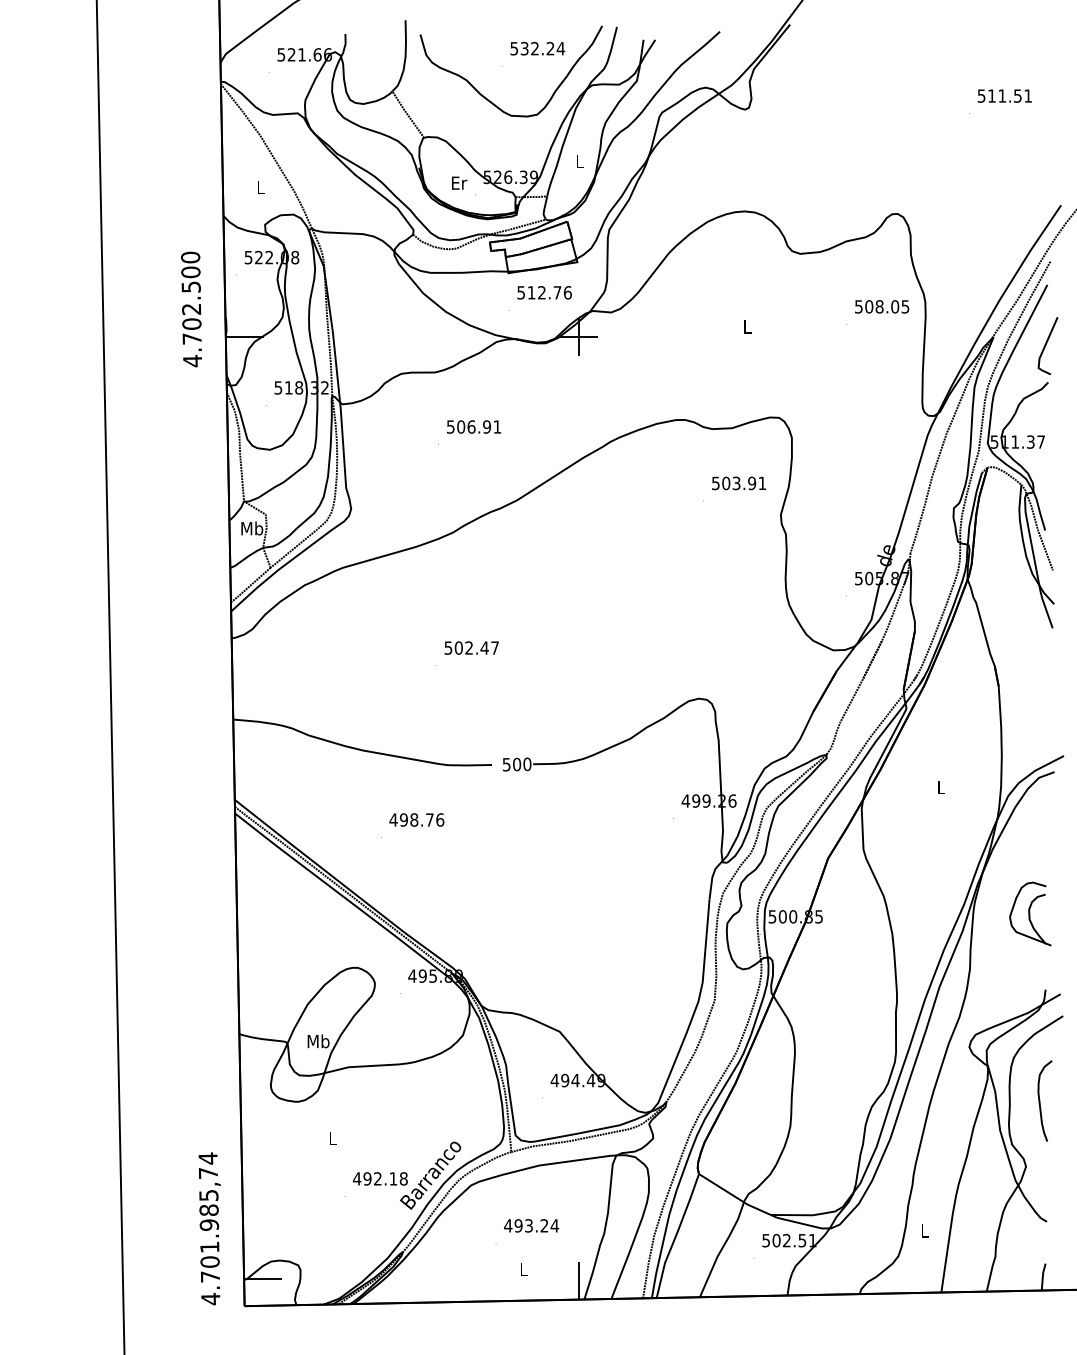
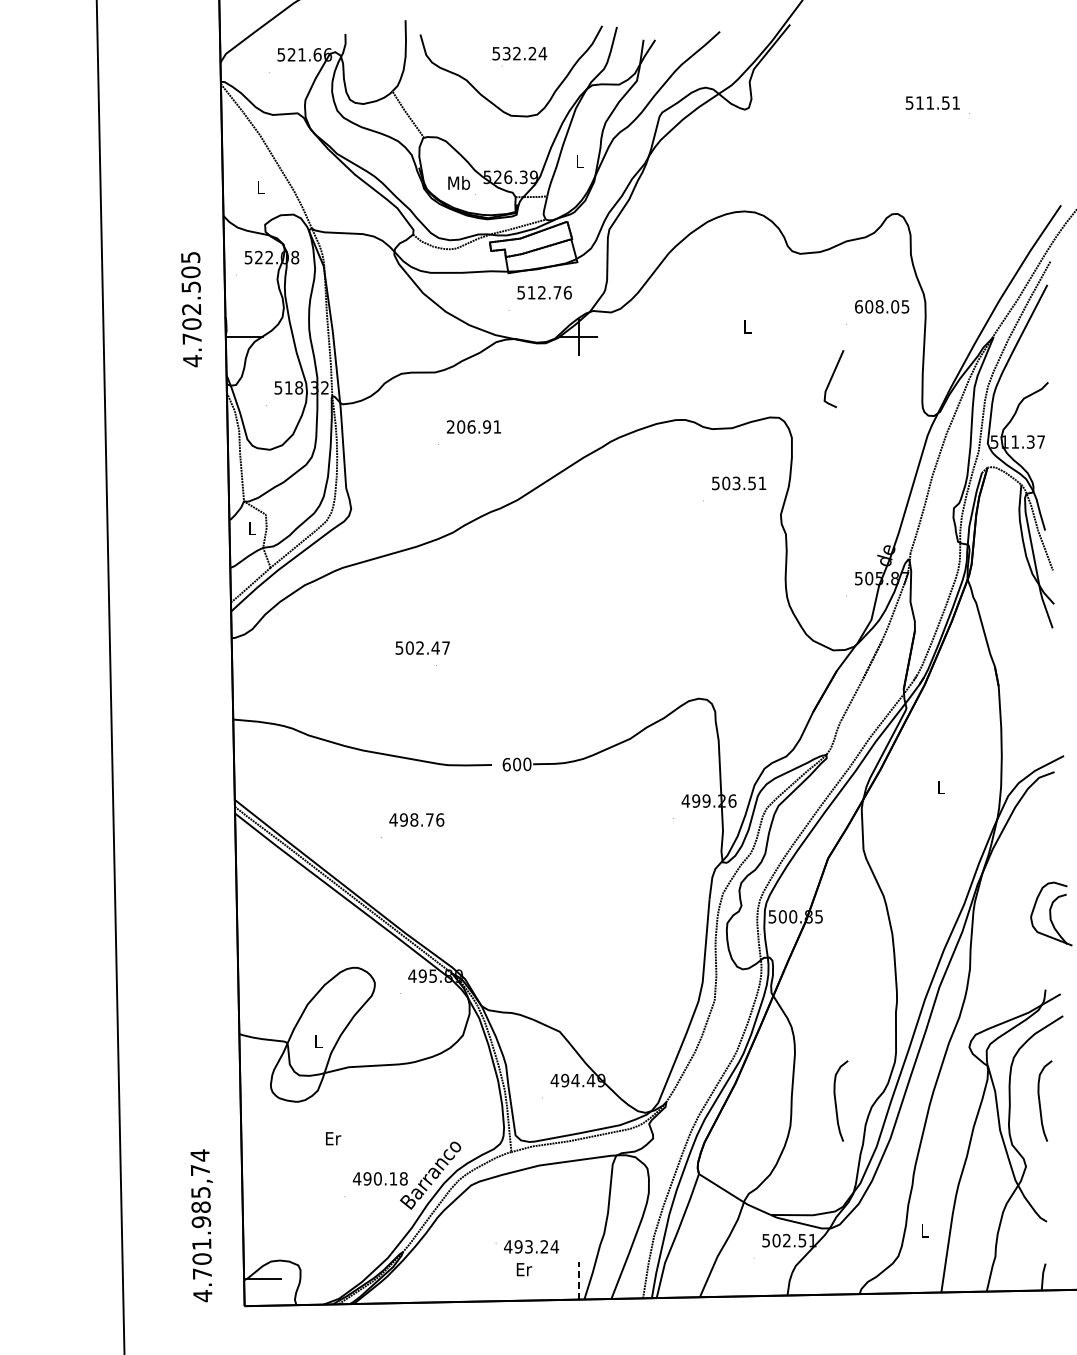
text at (537, 48) position: (537, 48) -> (519, 53)
text at (1004, 95) position: (1004, 95) -> (932, 102)
text at (459, 182): Er -> Mb
text at (190, 257): 4.702.500 -> 4.702.505
text at (859, 306): 508.05 -> 608.05
line at (1046, 345) position: (1046, 345) -> (832, 378)
text at (450, 426): 506.91 -> 206.91
text at (752, 482): 503.91 -> 503.51
text at (252, 528): Mb -> L
text at (471, 647) position: (471, 647) -> (422, 647)
text at (506, 764): 500 -> 600
part at (1030, 913) position: (1030, 913) -> (1051, 913)
text at (318, 1041): Mb -> L
curve at (836, 1100): none -> present
text at (333, 1138): L -> Er
text at (377, 1178): 492.18 -> 490.18
text at (531, 1225) position: (531, 1225) -> (531, 1246)
text at (209, 1228) position: (209, 1228) -> (201, 1225)
text at (524, 1269): L -> Er
line at (579, 1280): solid -> dashed
